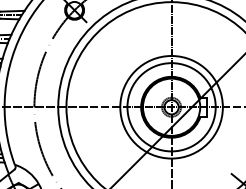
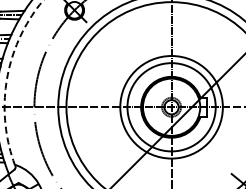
arc at (7, 78): solid -> dashed
